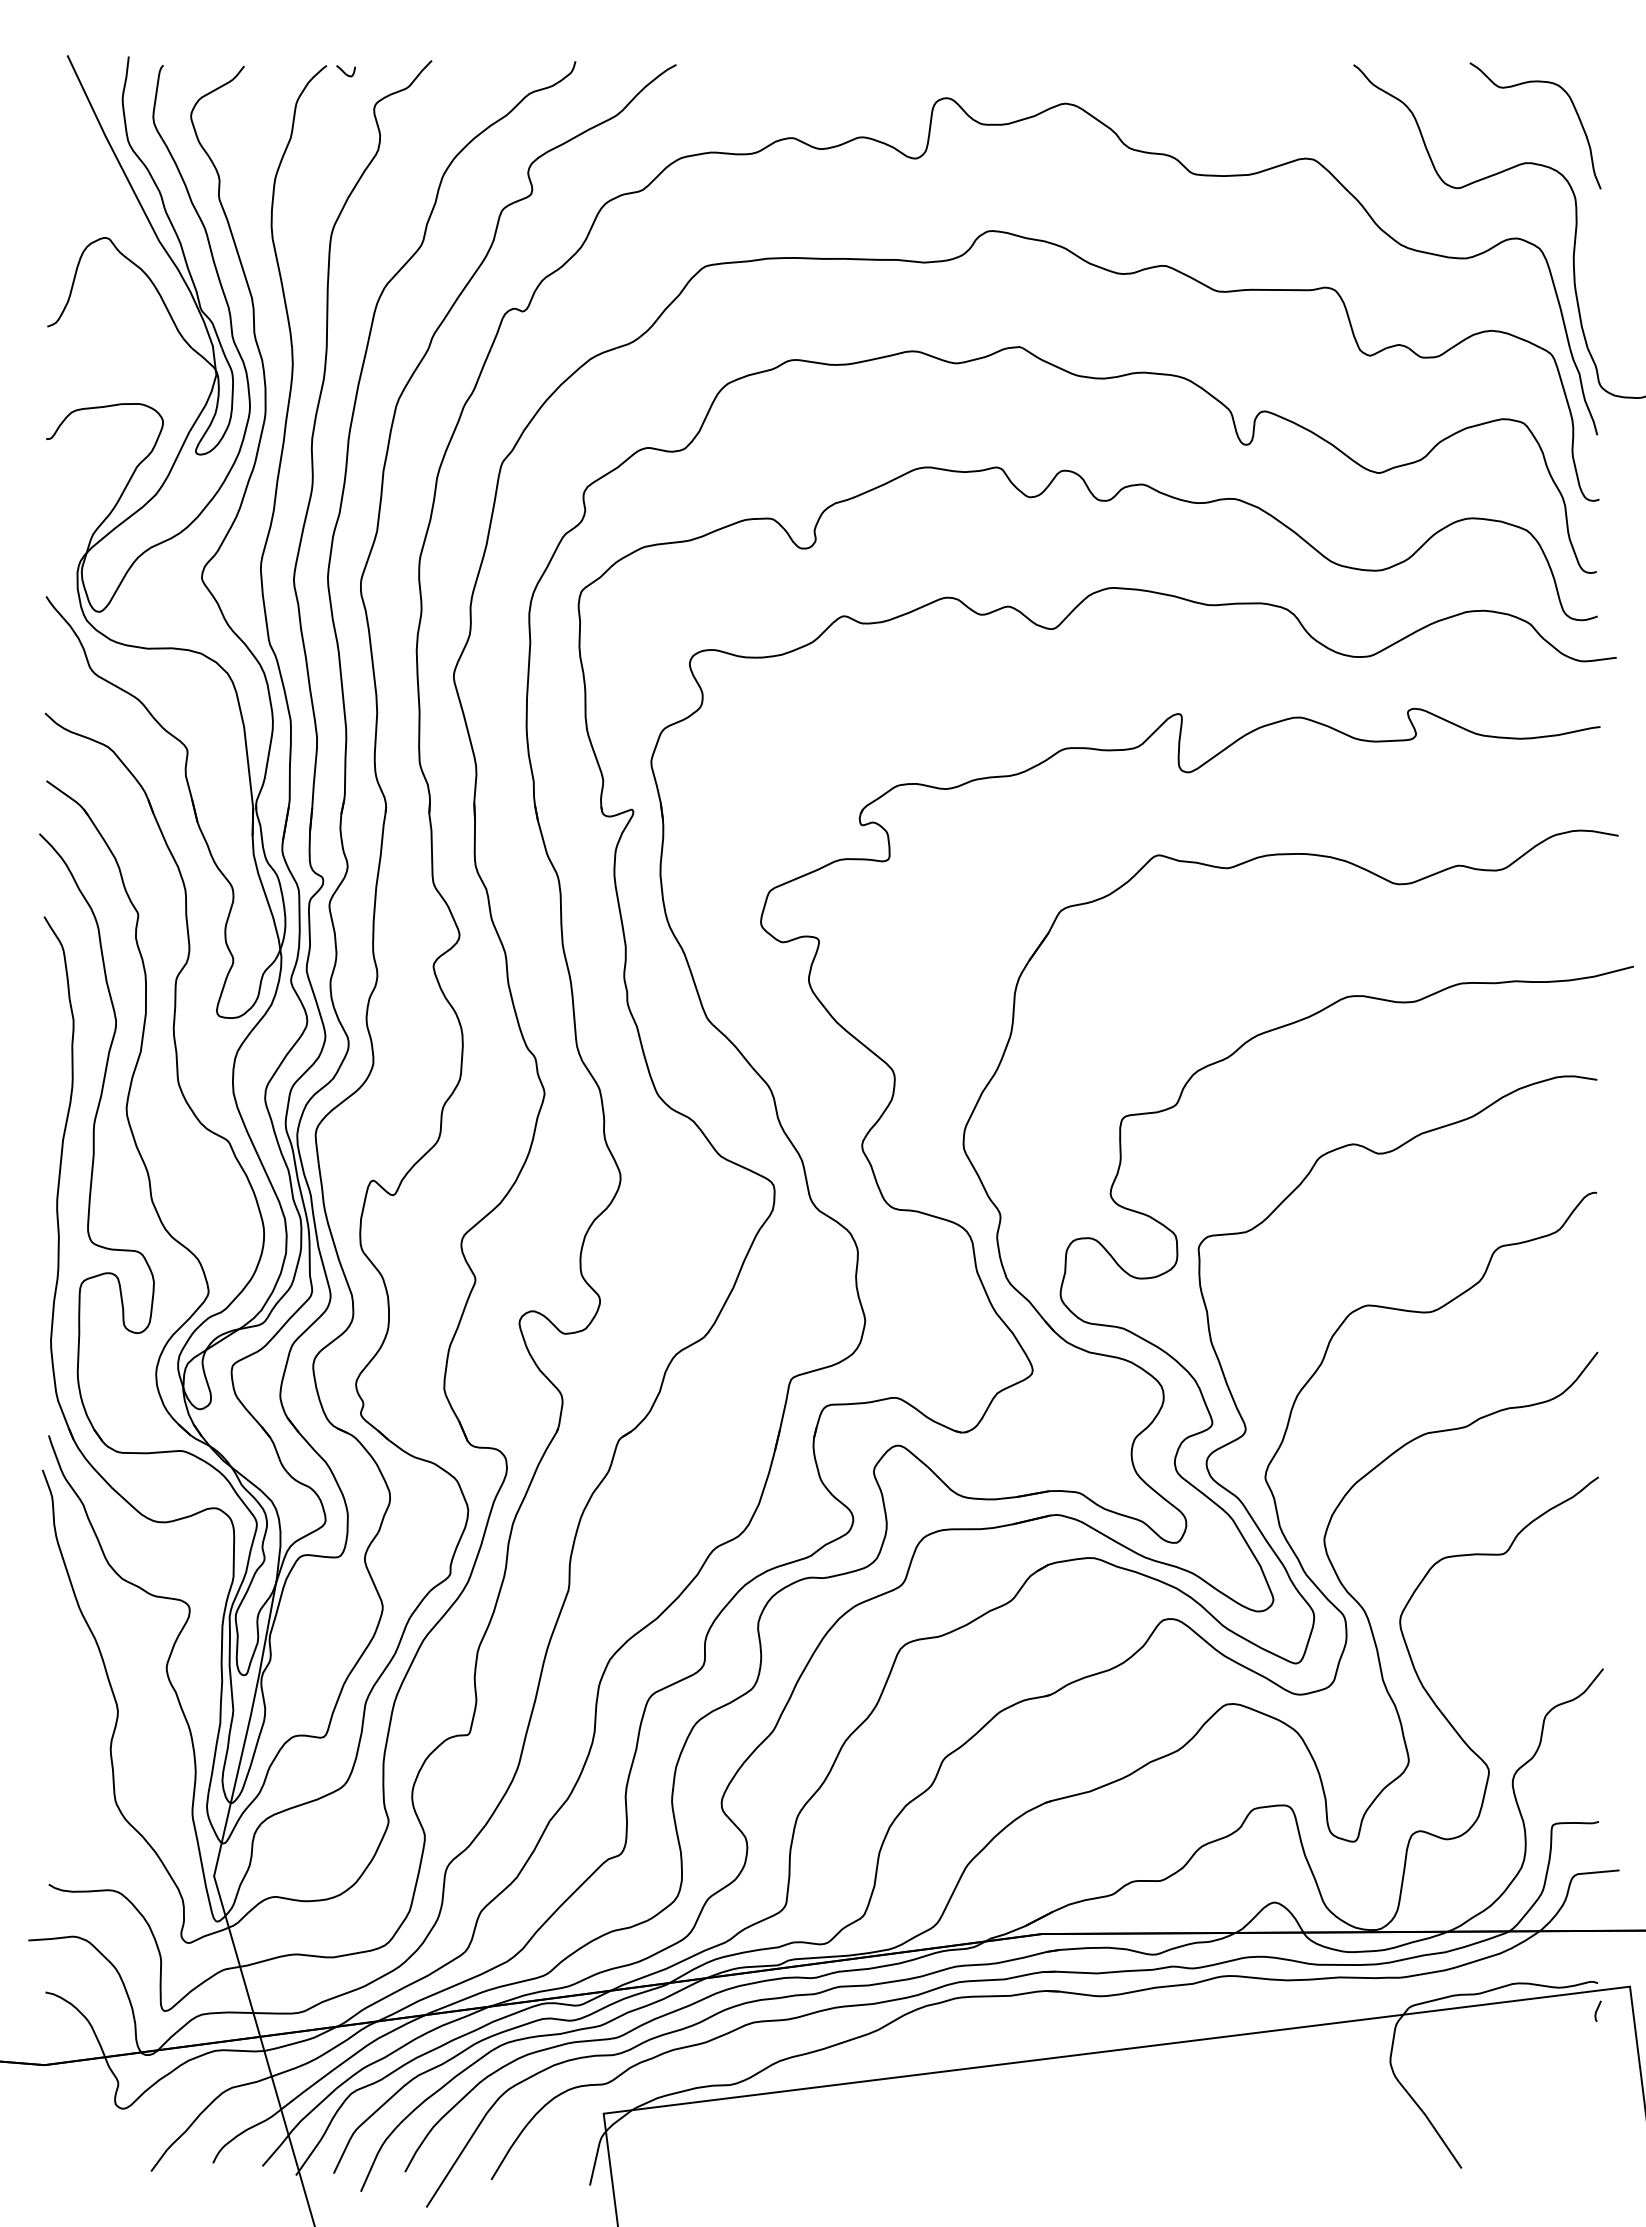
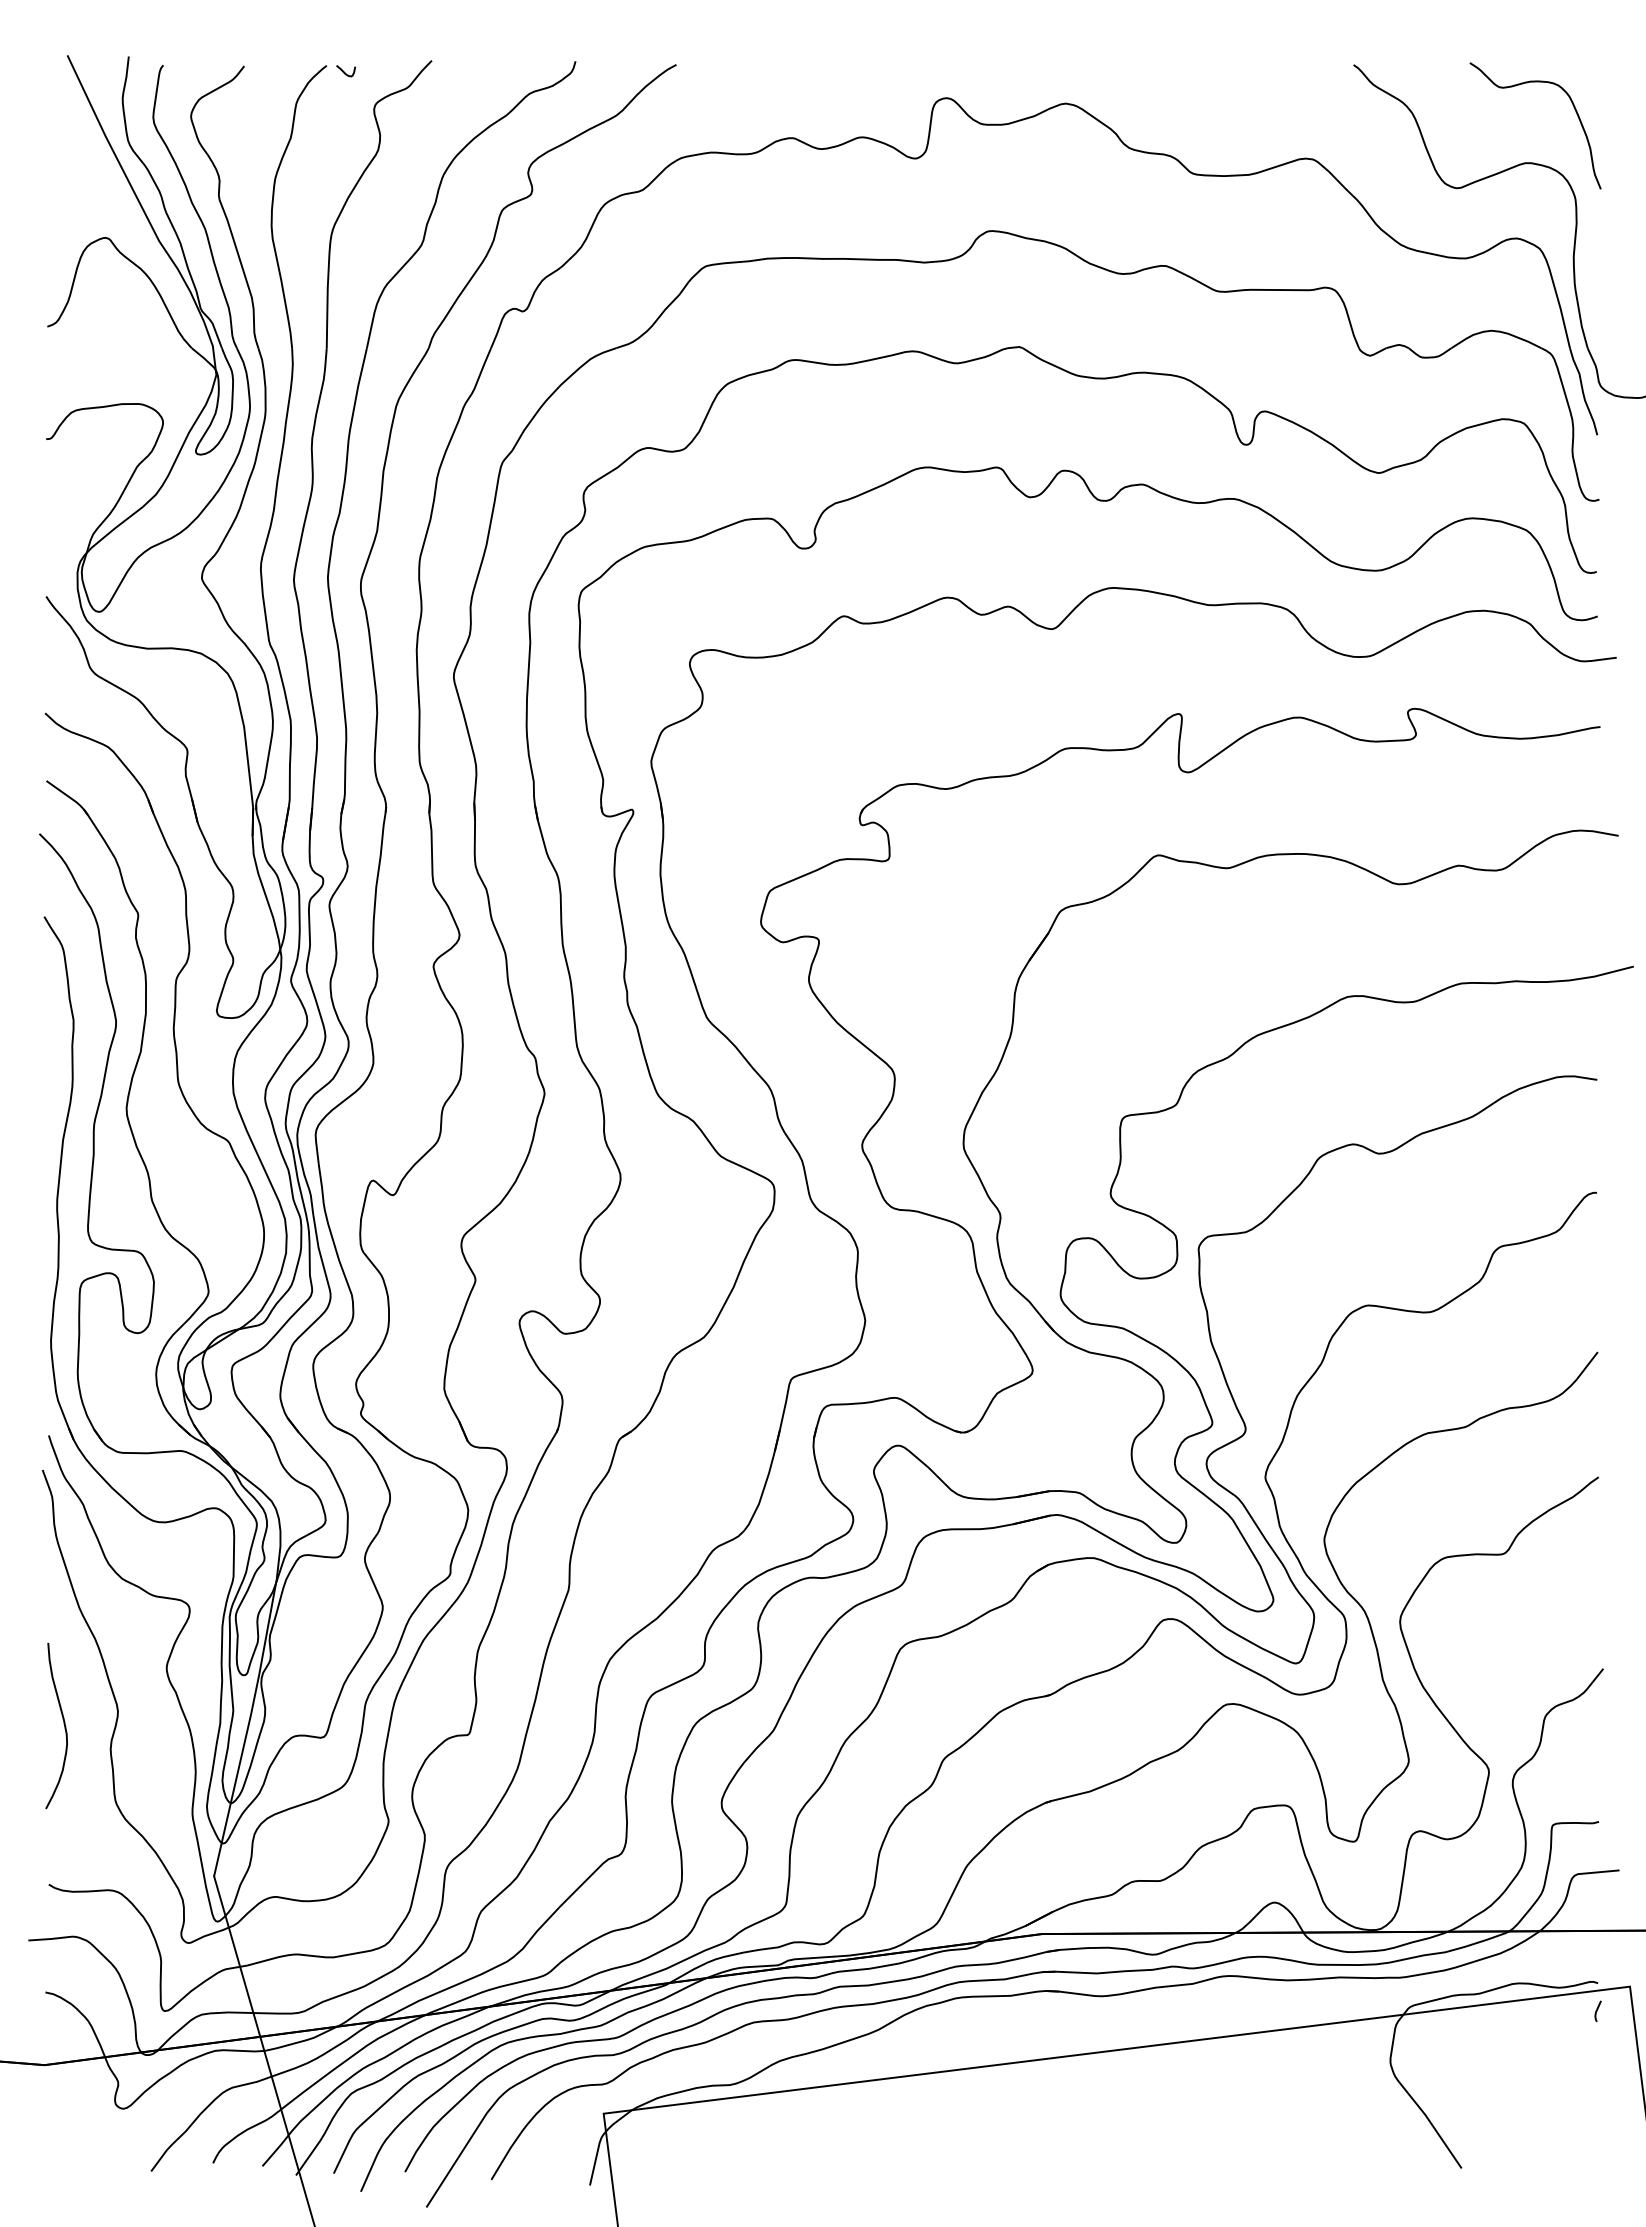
curve at (63, 1724): none -> present
